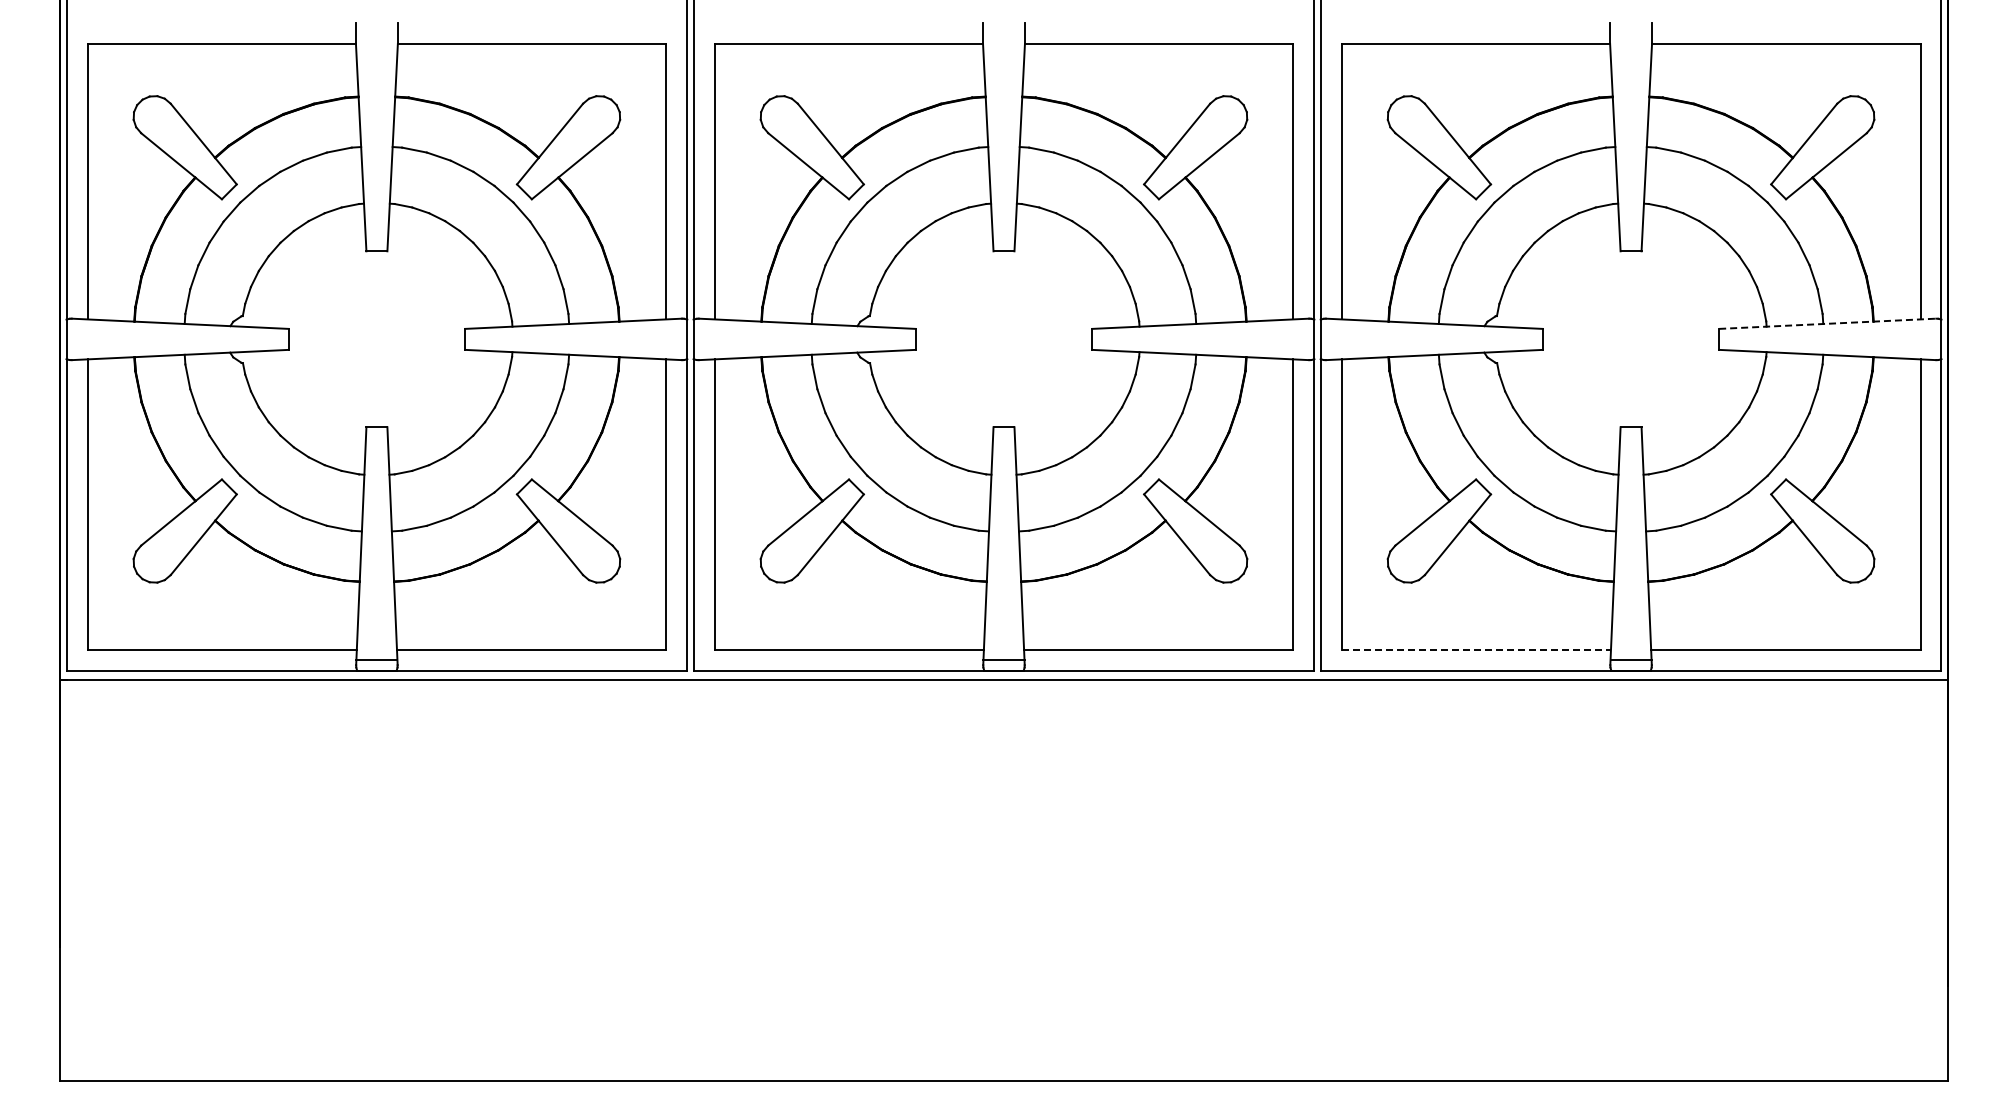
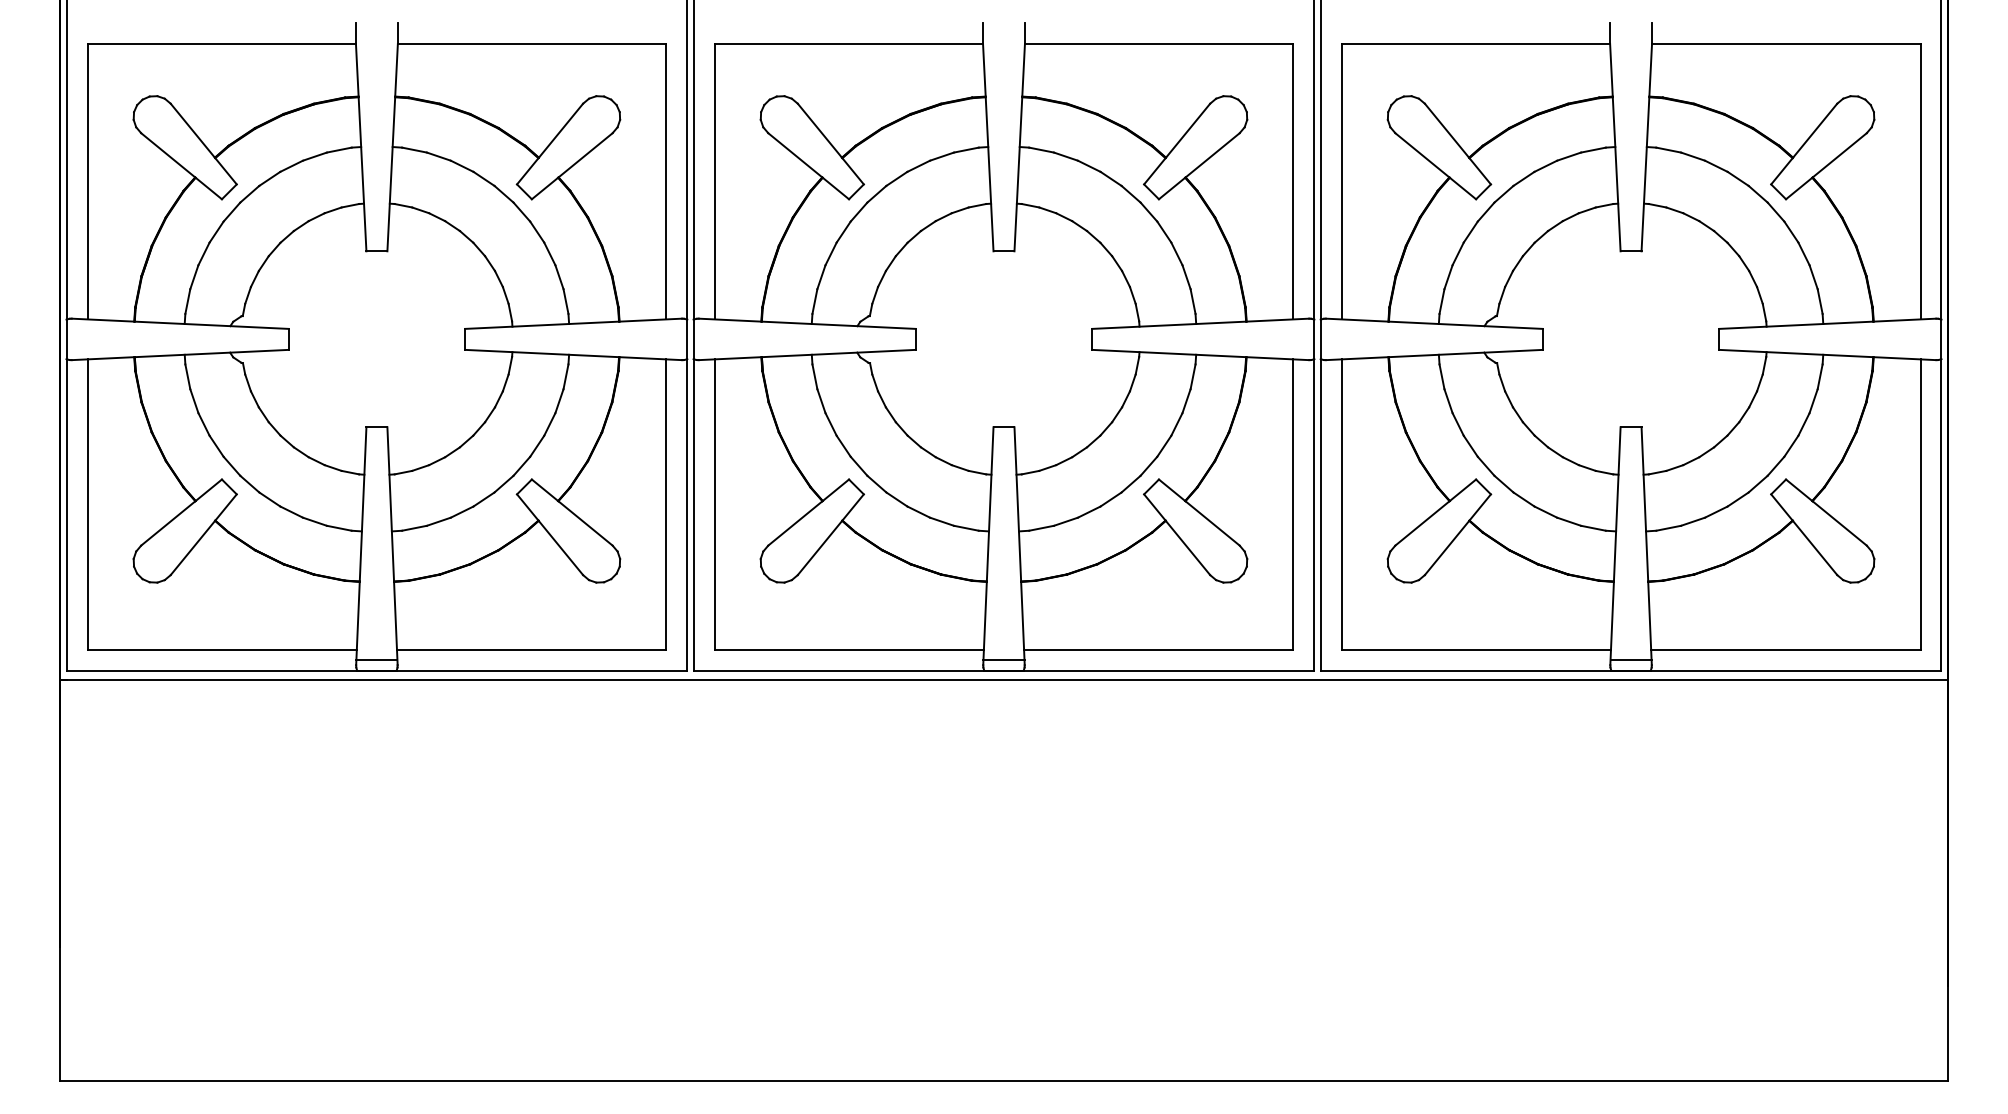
line at (1827, 323): dashed -> solid
line at (1476, 649): dashed -> solid
